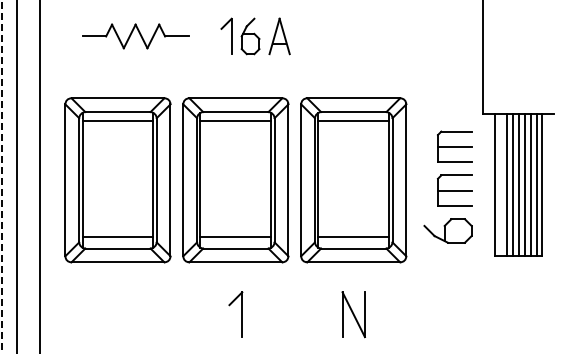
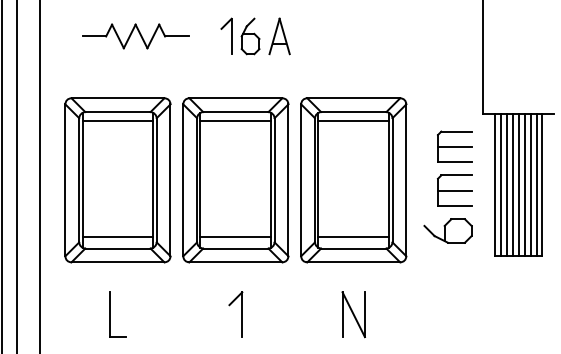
line at (2, 177): dashed -> solid
line at (501, 184): none -> present
part at (110, 314): none -> present
